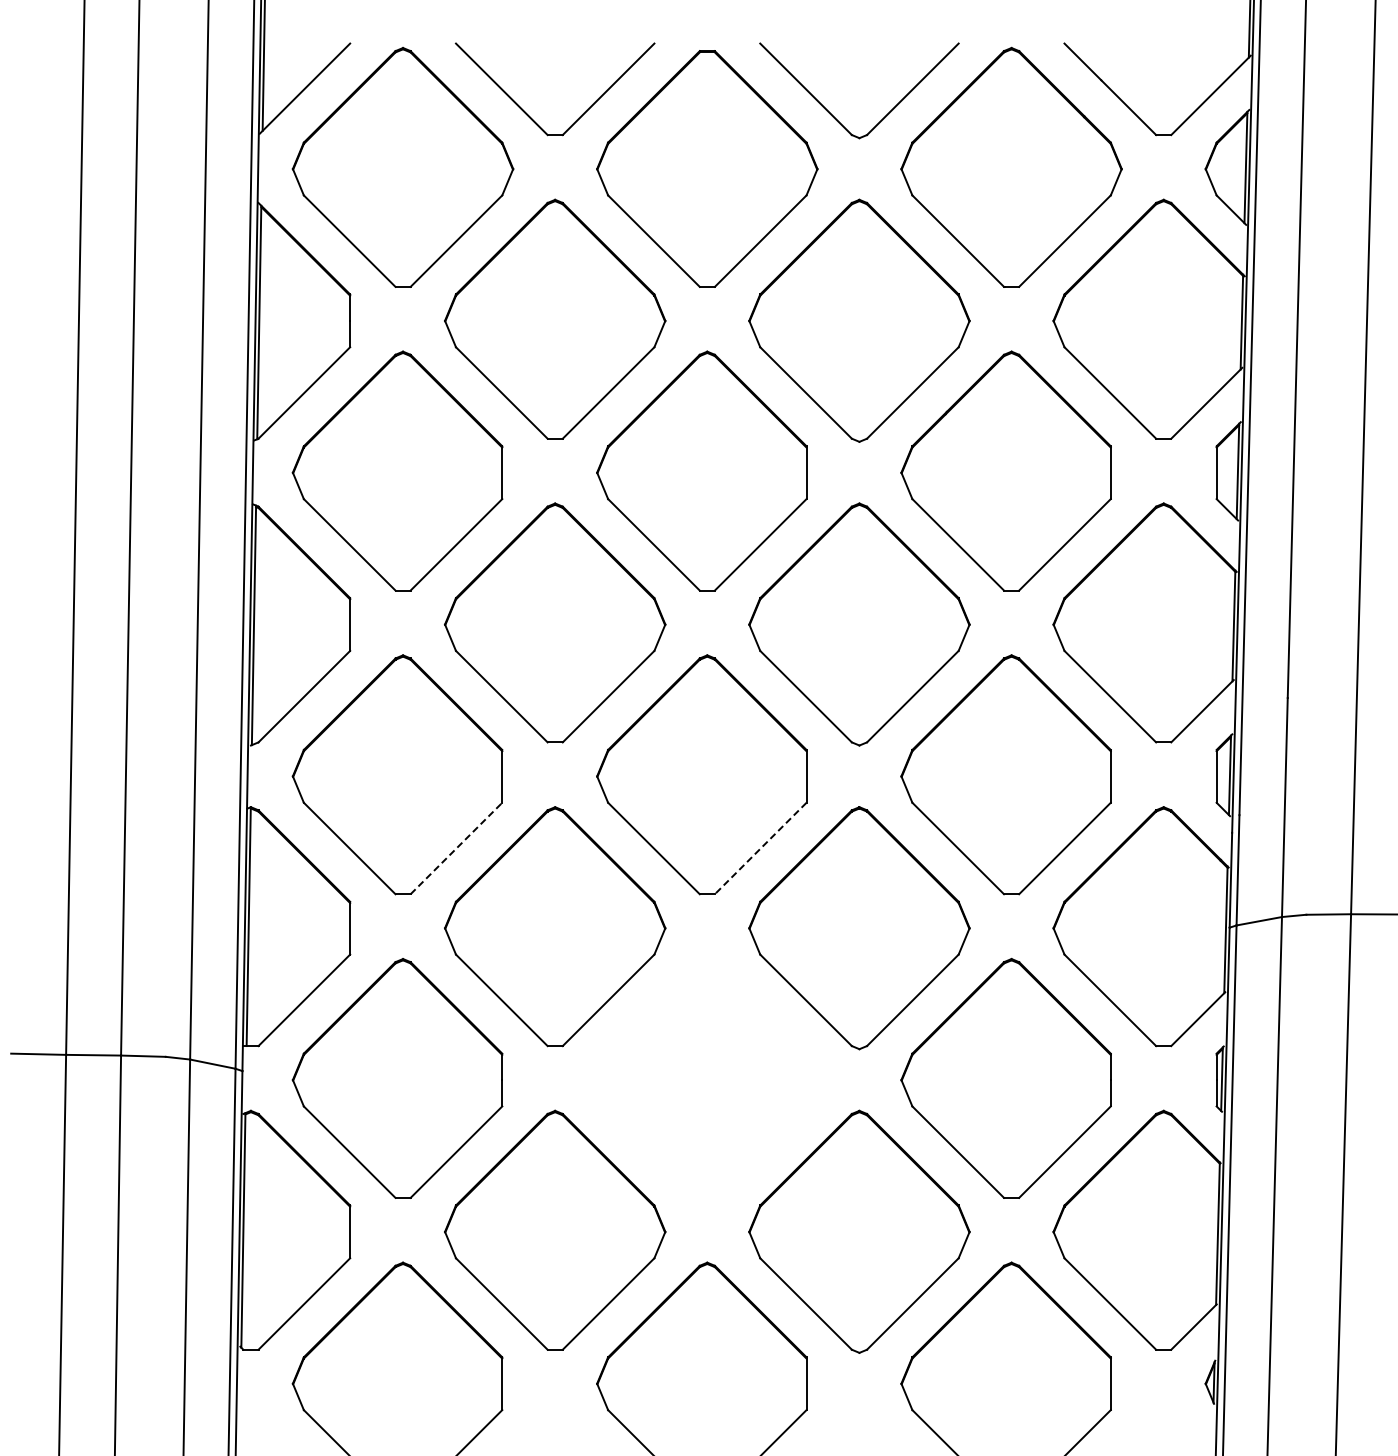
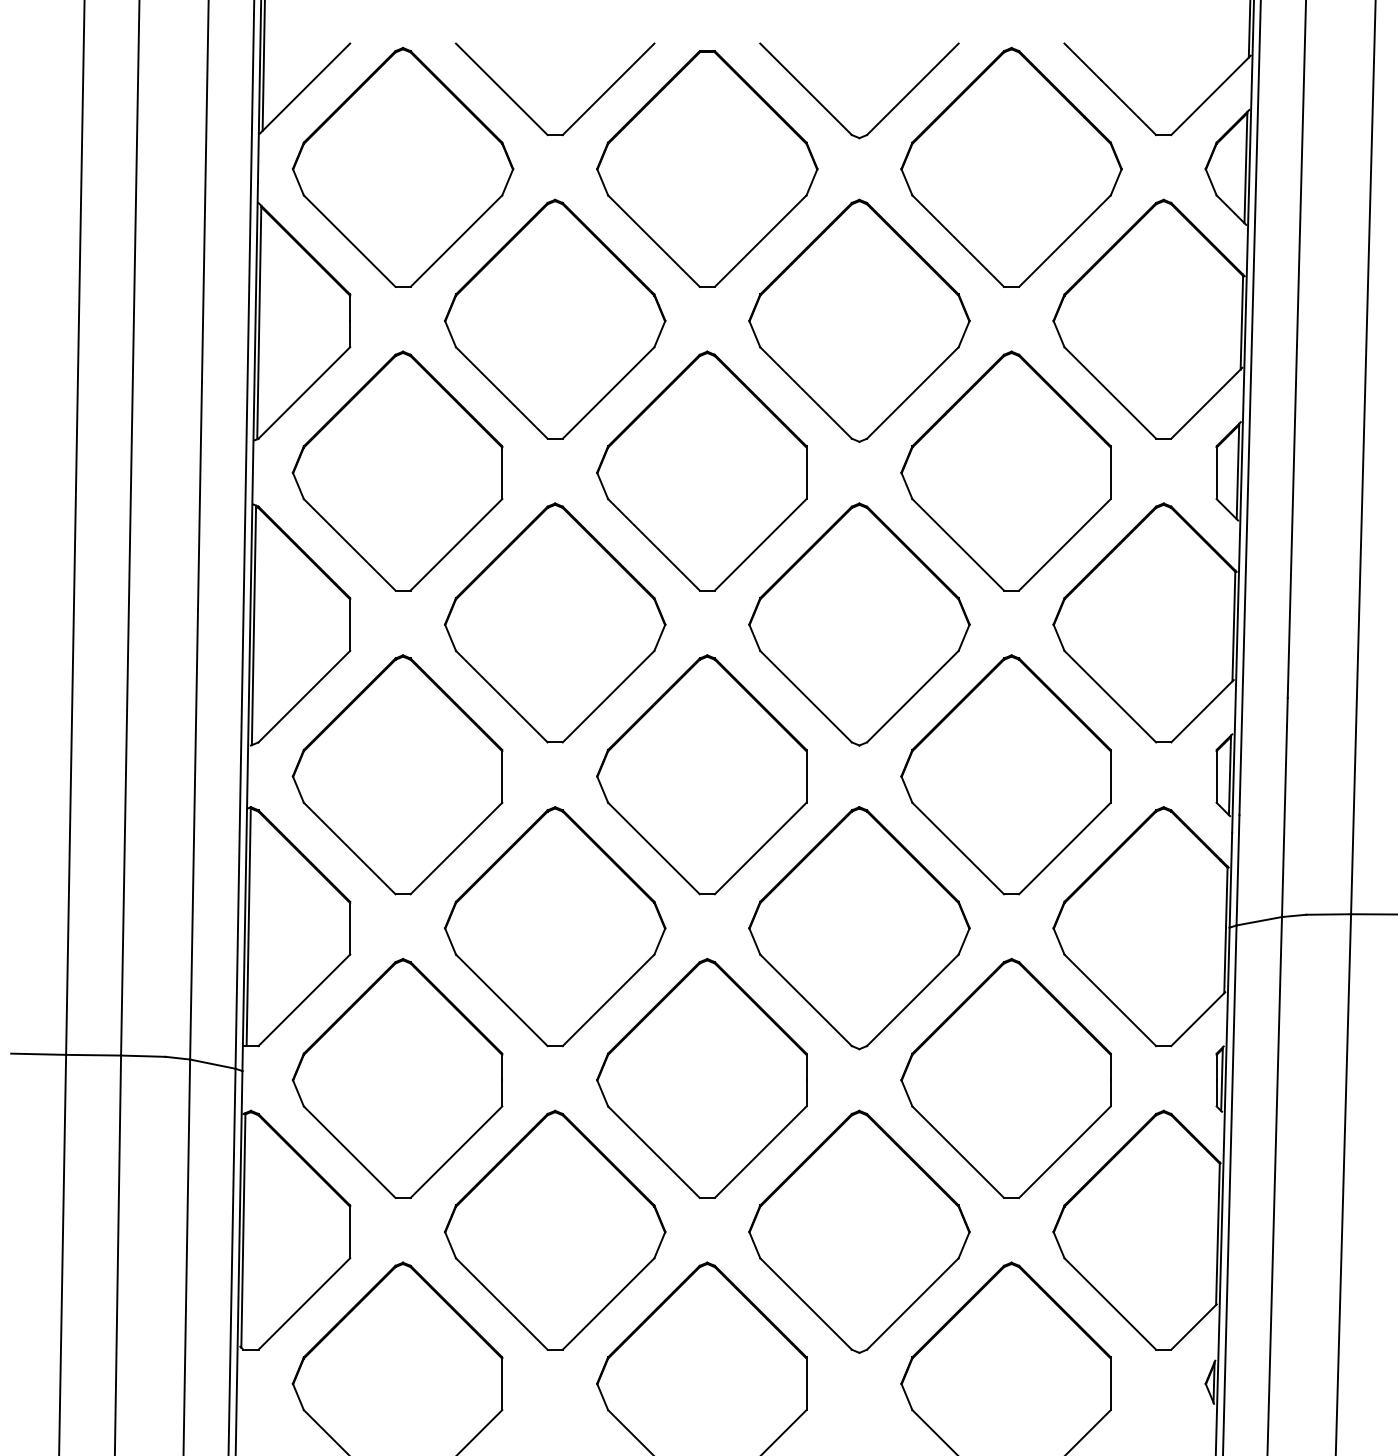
line at (456, 848): dashed -> solid
line at (760, 848): dashed -> solid
part at (701, 1078): none -> present
